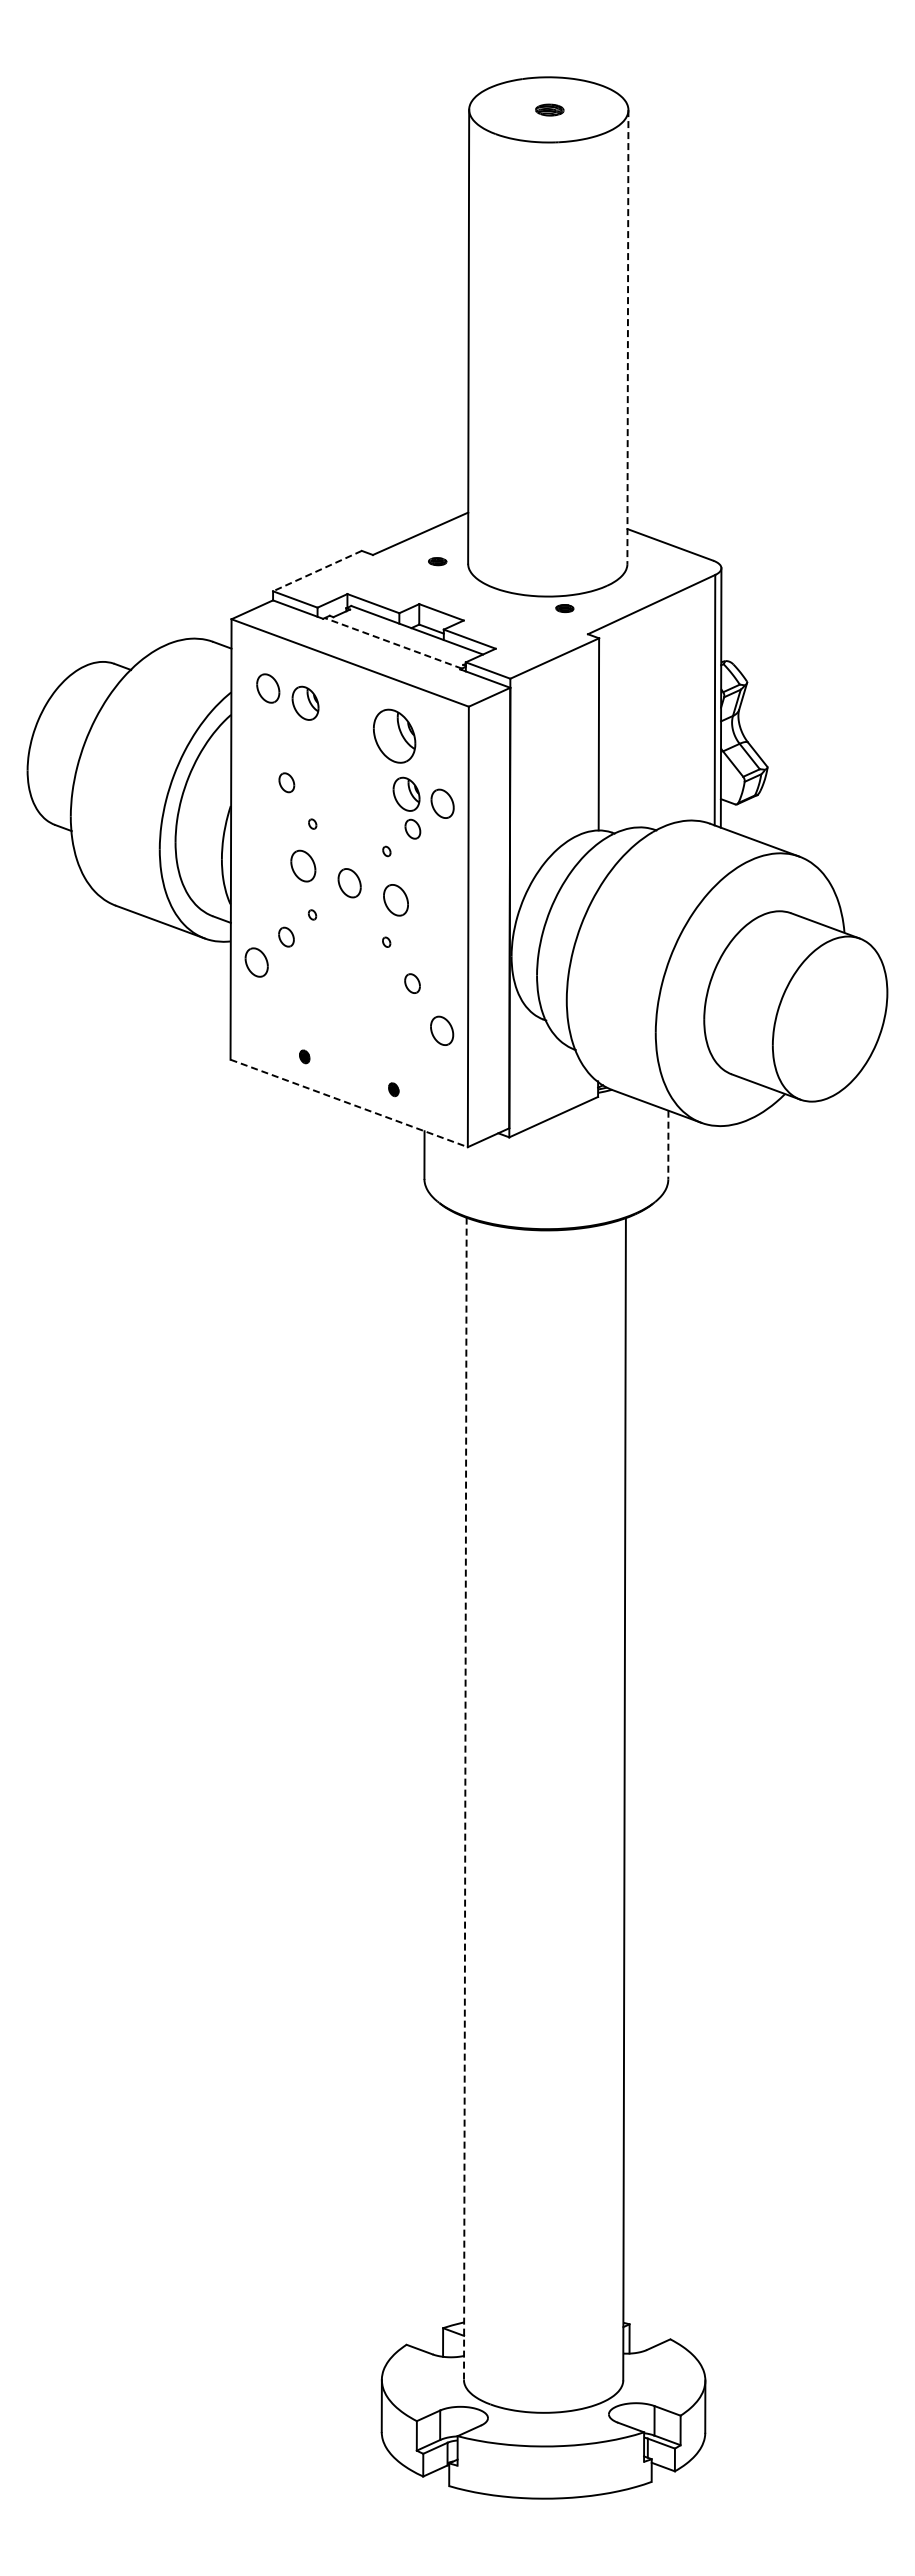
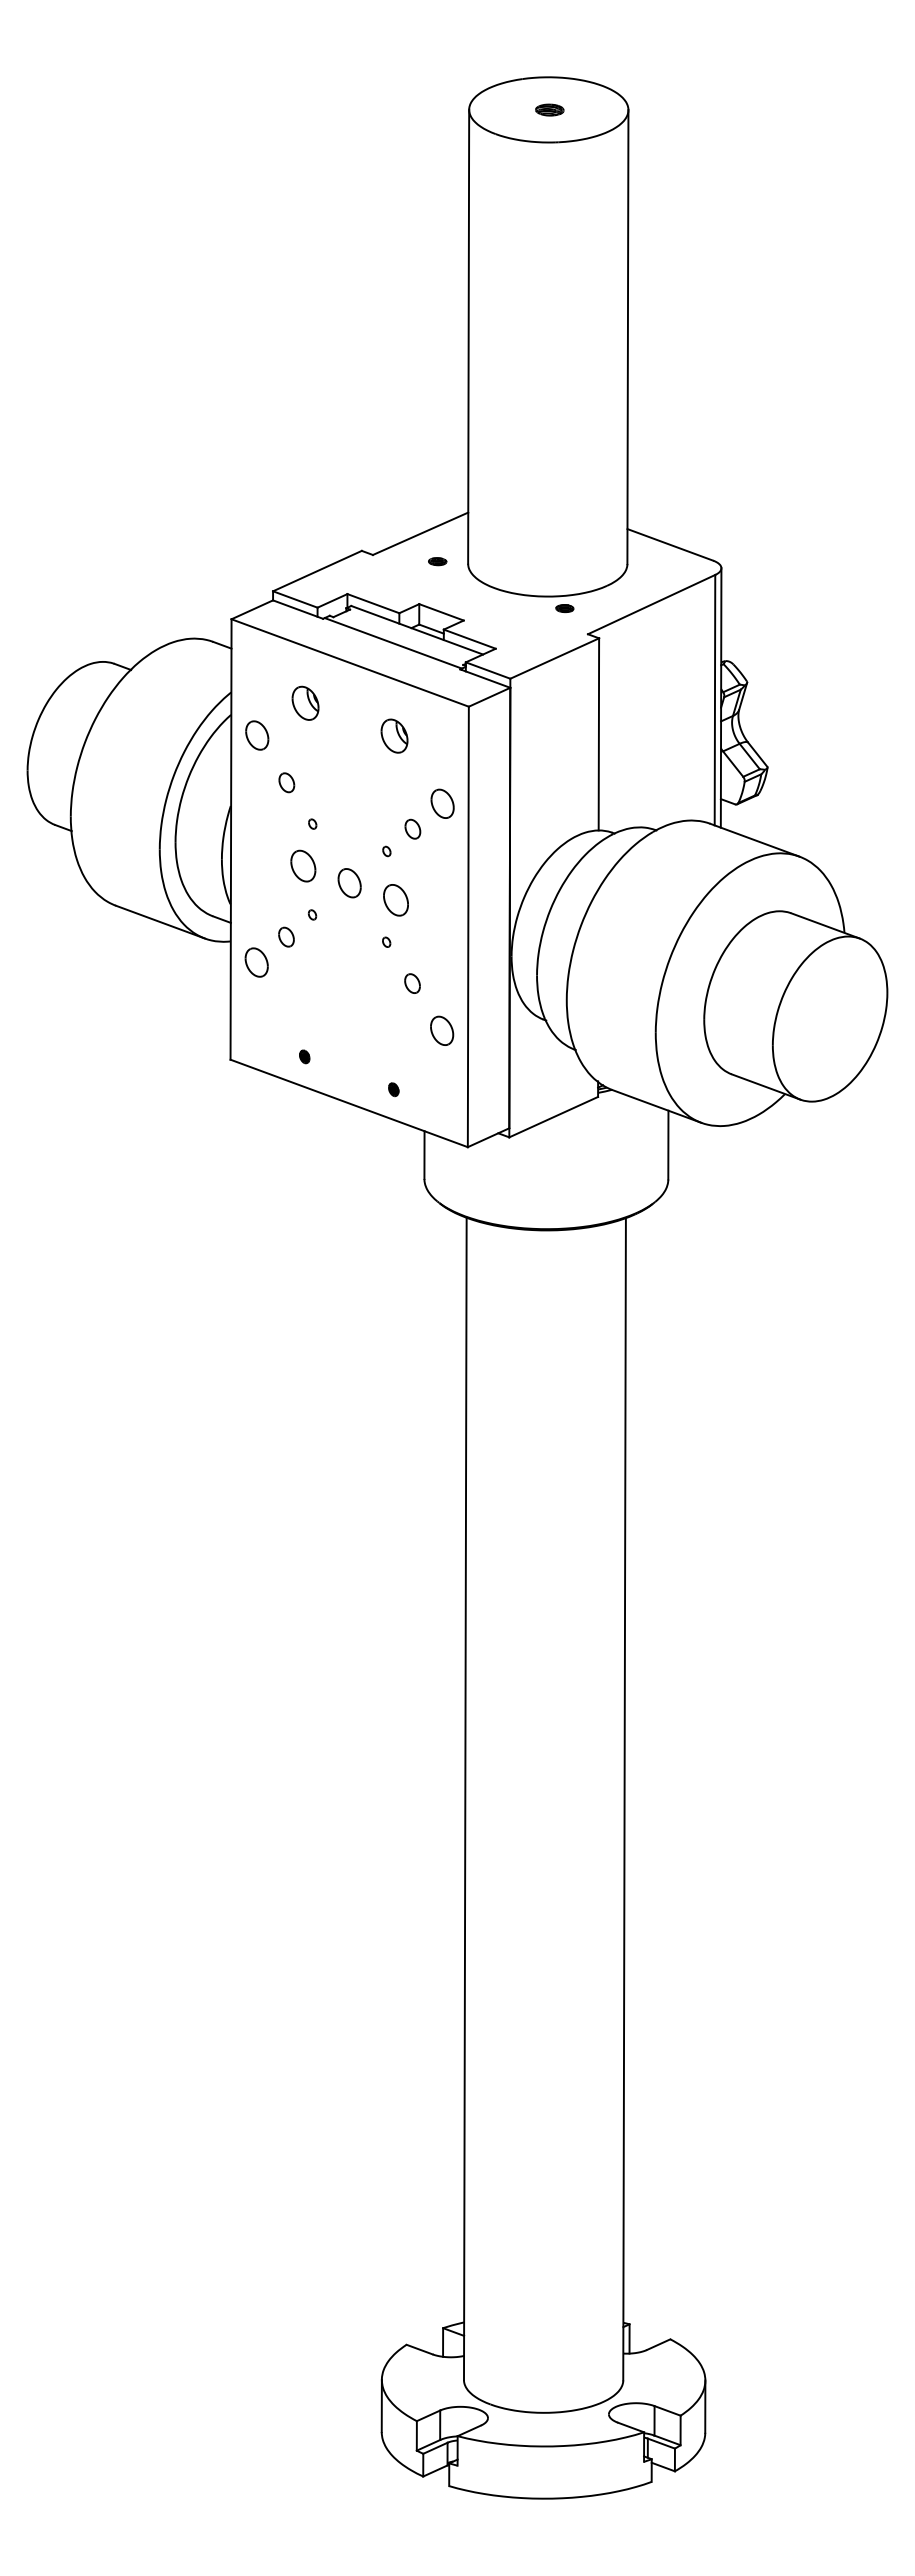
line at (627, 337): dashed -> solid
line at (317, 571): dashed -> solid
line at (392, 643): dashed -> solid
part at (268, 688) position: (268, 688) -> (257, 735)
part at (394, 735) size: 44x56 px -> 29x36 px
part at (406, 793): present -> none
line at (349, 1103): dashed -> solid
line at (668, 1145): dashed -> solid
line at (465, 1799): dashed -> solid
